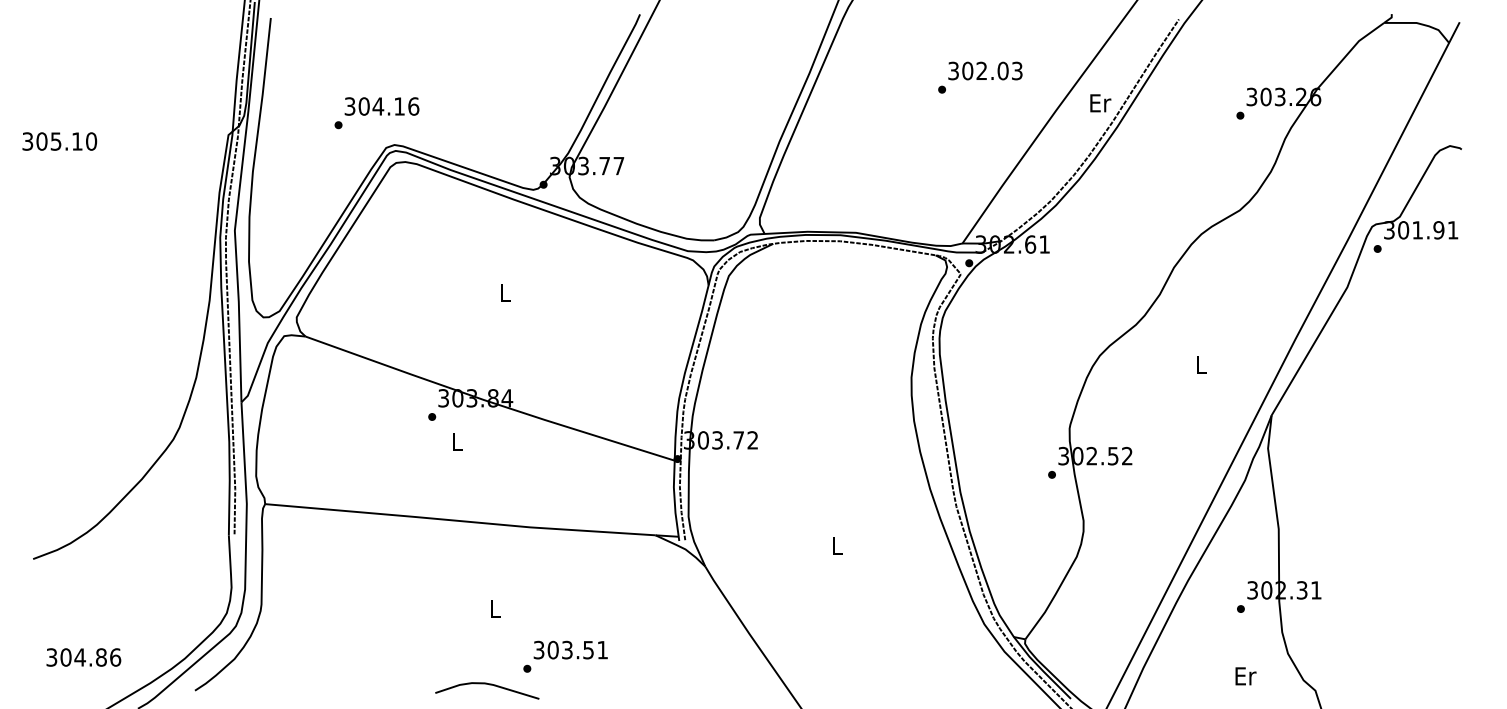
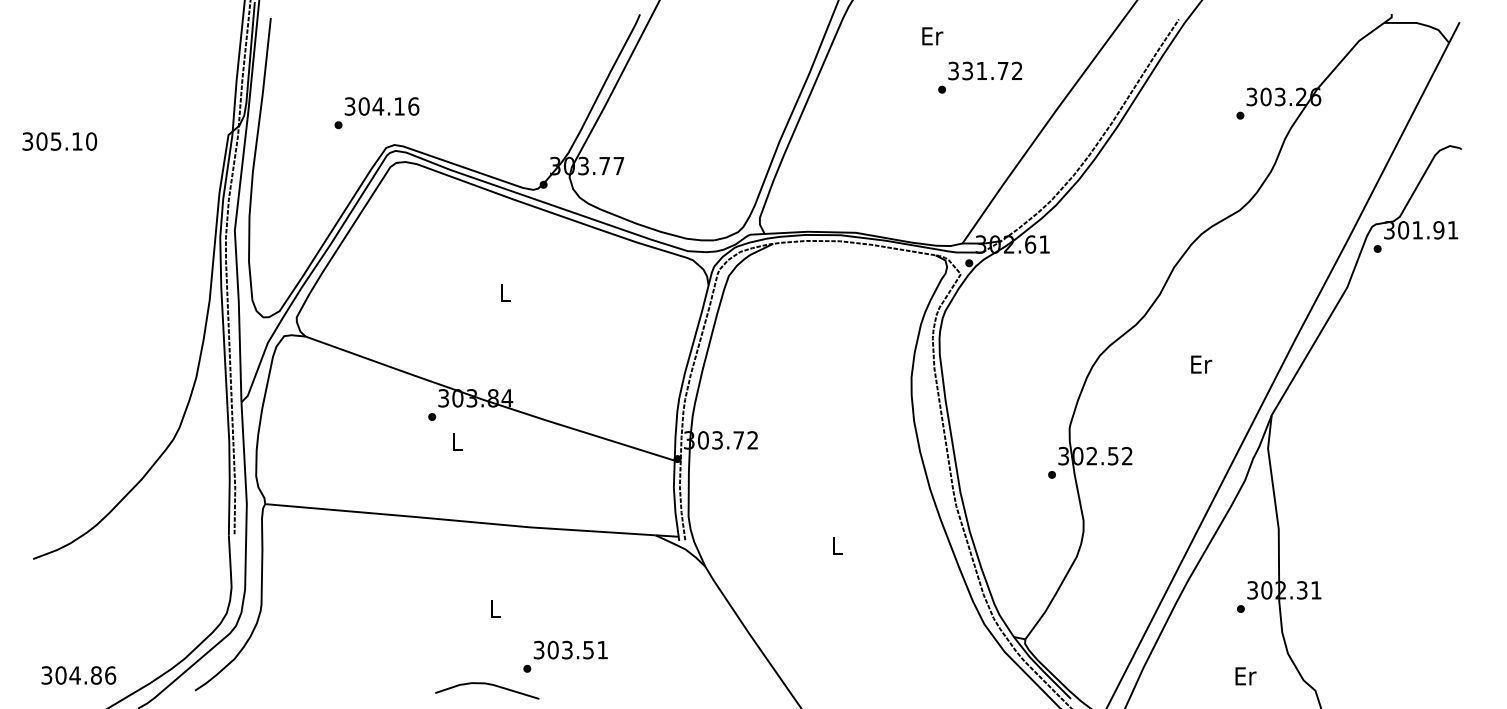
text at (992, 70): 302.03 -> 331.72
text at (1100, 103) position: (1100, 103) -> (932, 36)
text at (1201, 364): L -> Er
text at (83, 657) position: (83, 657) -> (78, 675)
